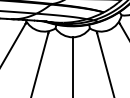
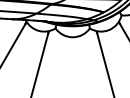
line at (72, 65): present -> none
